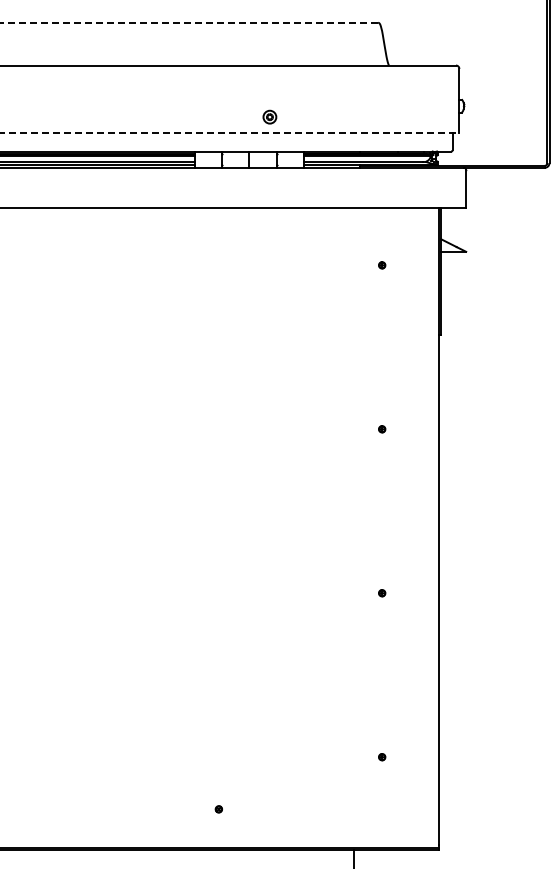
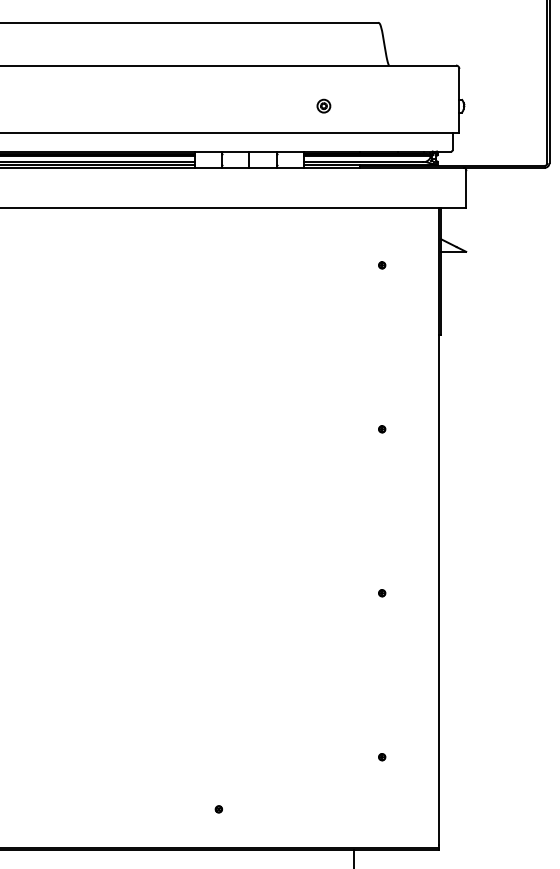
line at (189, 22): dashed -> solid
part at (269, 116) position: (269, 116) -> (323, 105)
line at (230, 133): dashed -> solid
